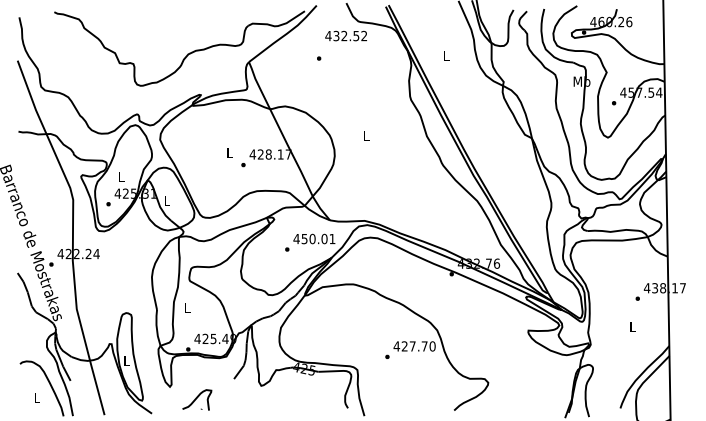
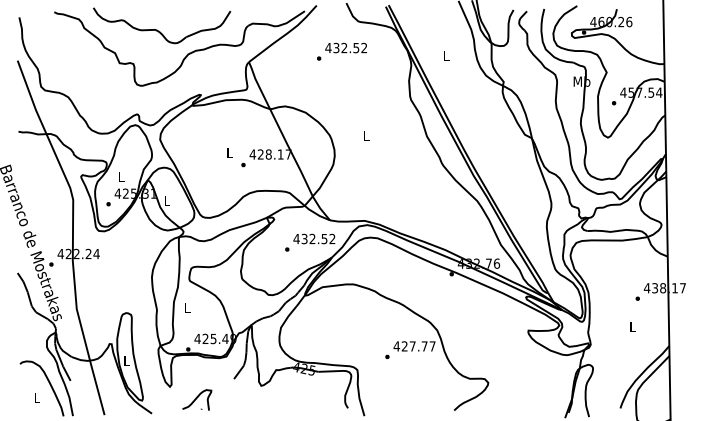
part at (160, 31): none -> present
text at (345, 35) position: (345, 35) -> (345, 47)
text at (318, 238): 450.01 -> 432.52
text at (432, 346): 427.70 -> 427.77
